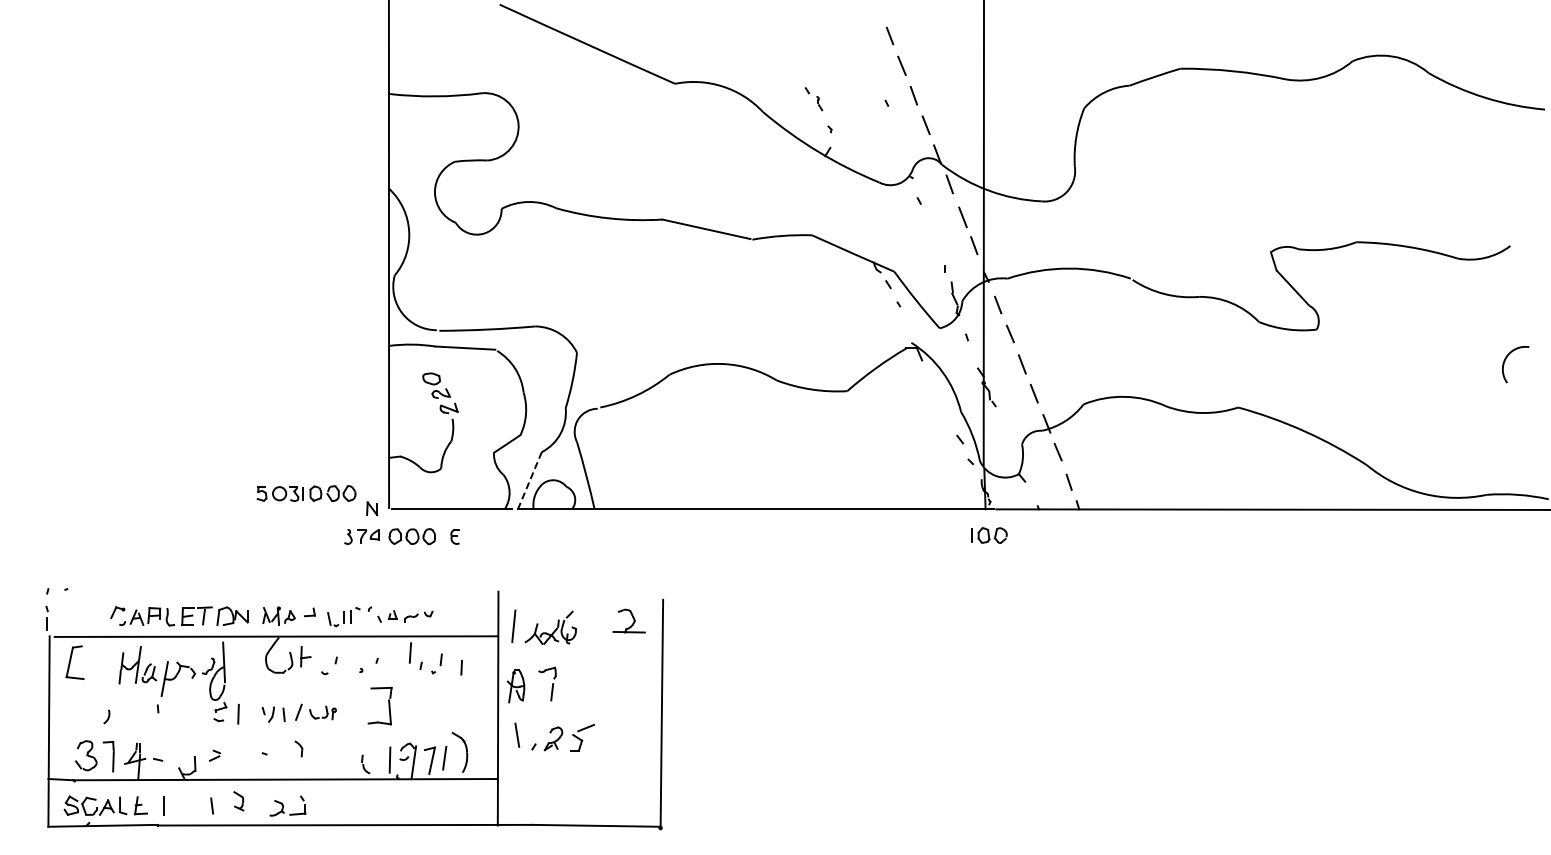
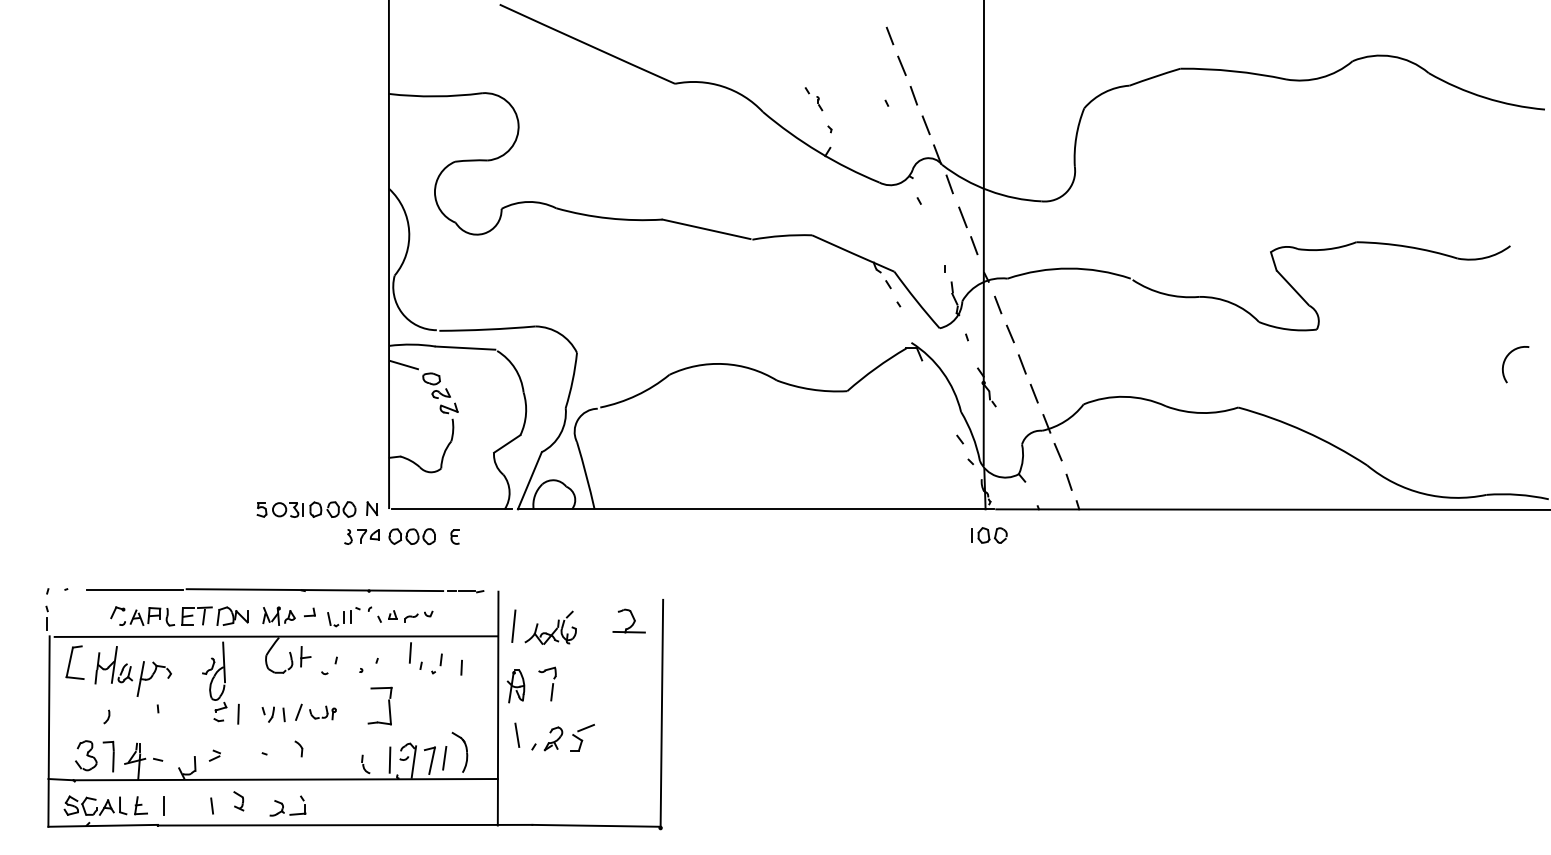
line at (404, 365): none -> present
line at (529, 480): dashed -> solid
part at (306, 493) position: (306, 493) -> (306, 509)
part at (285, 590): none -> present
part at (156, 671) position: (156, 671) -> (132, 671)
